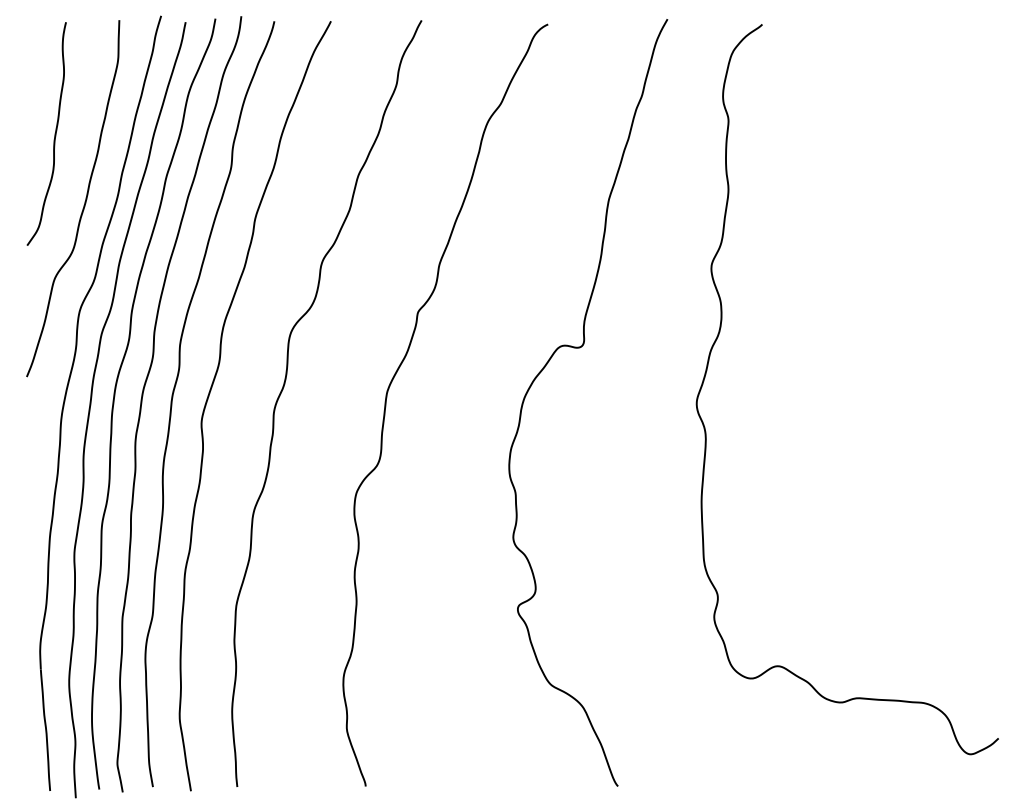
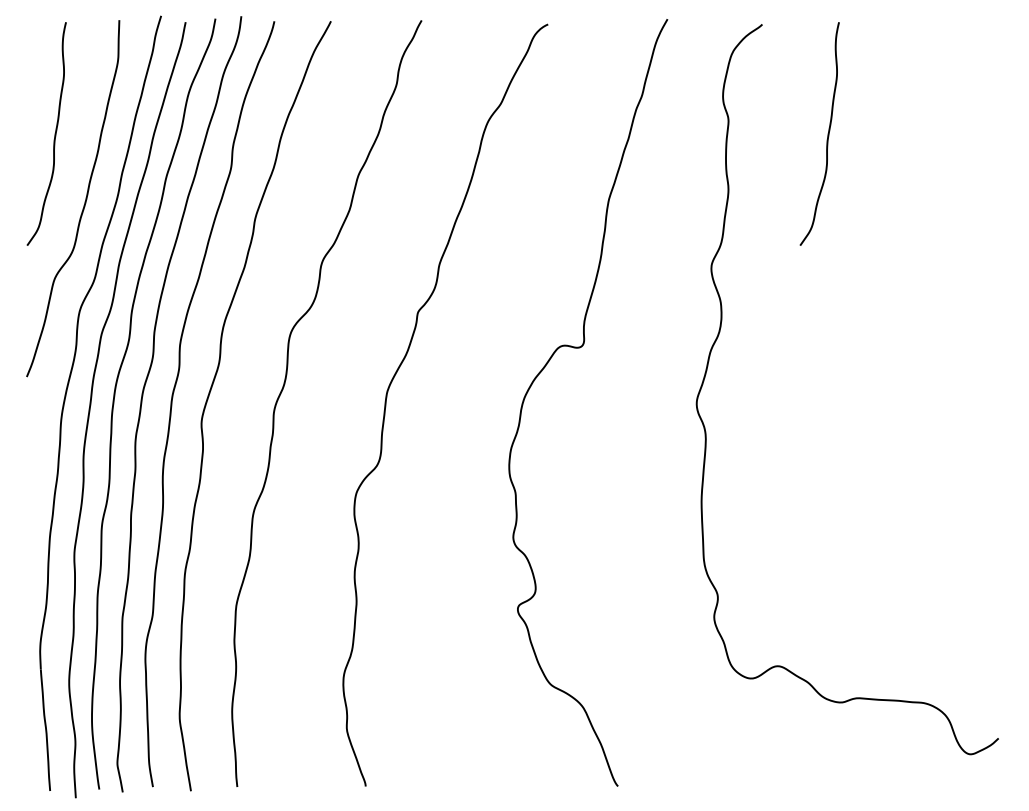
curve at (827, 133): none -> present
